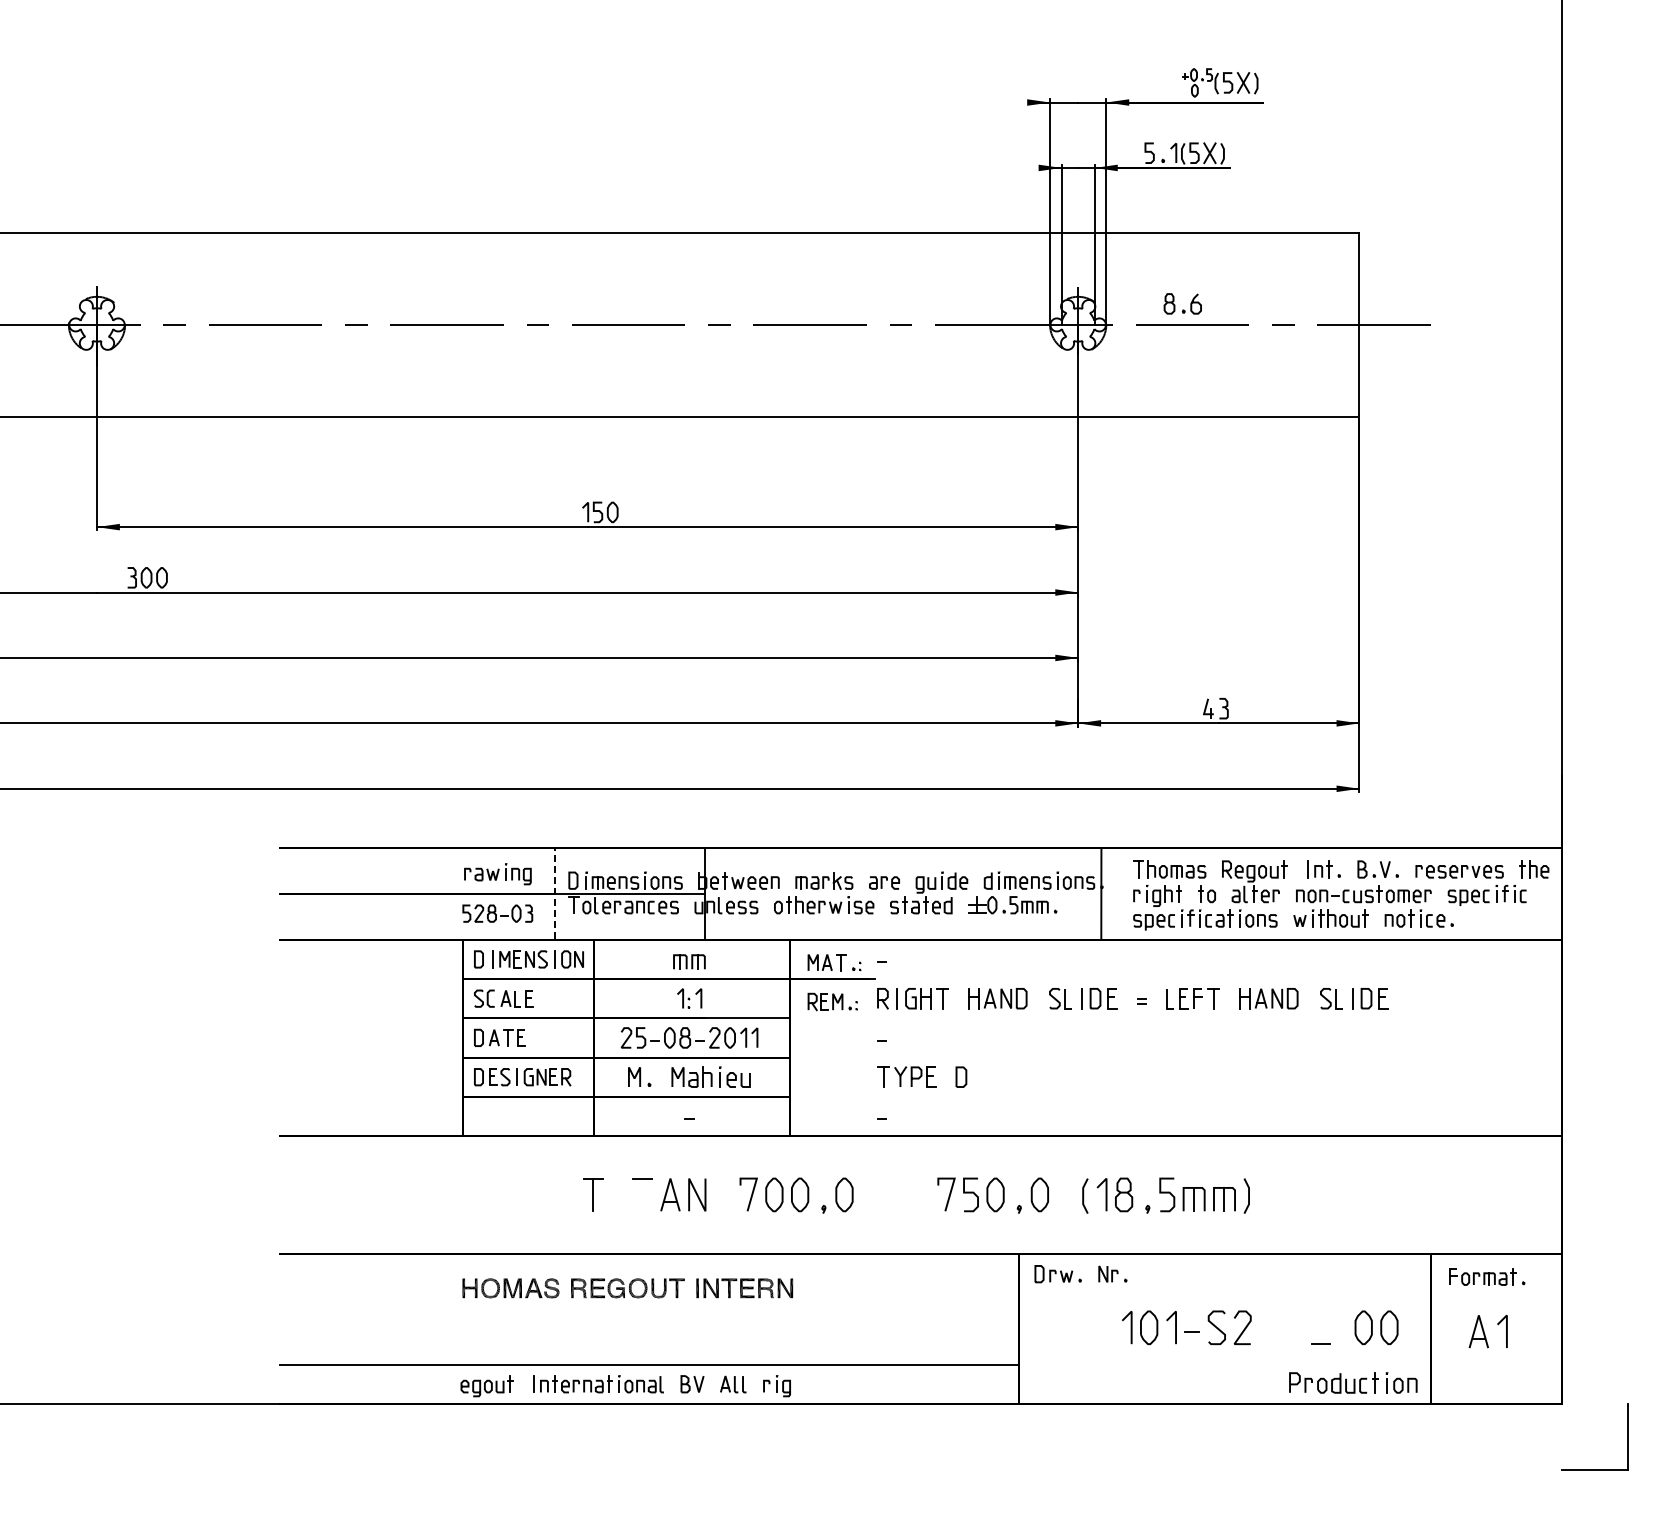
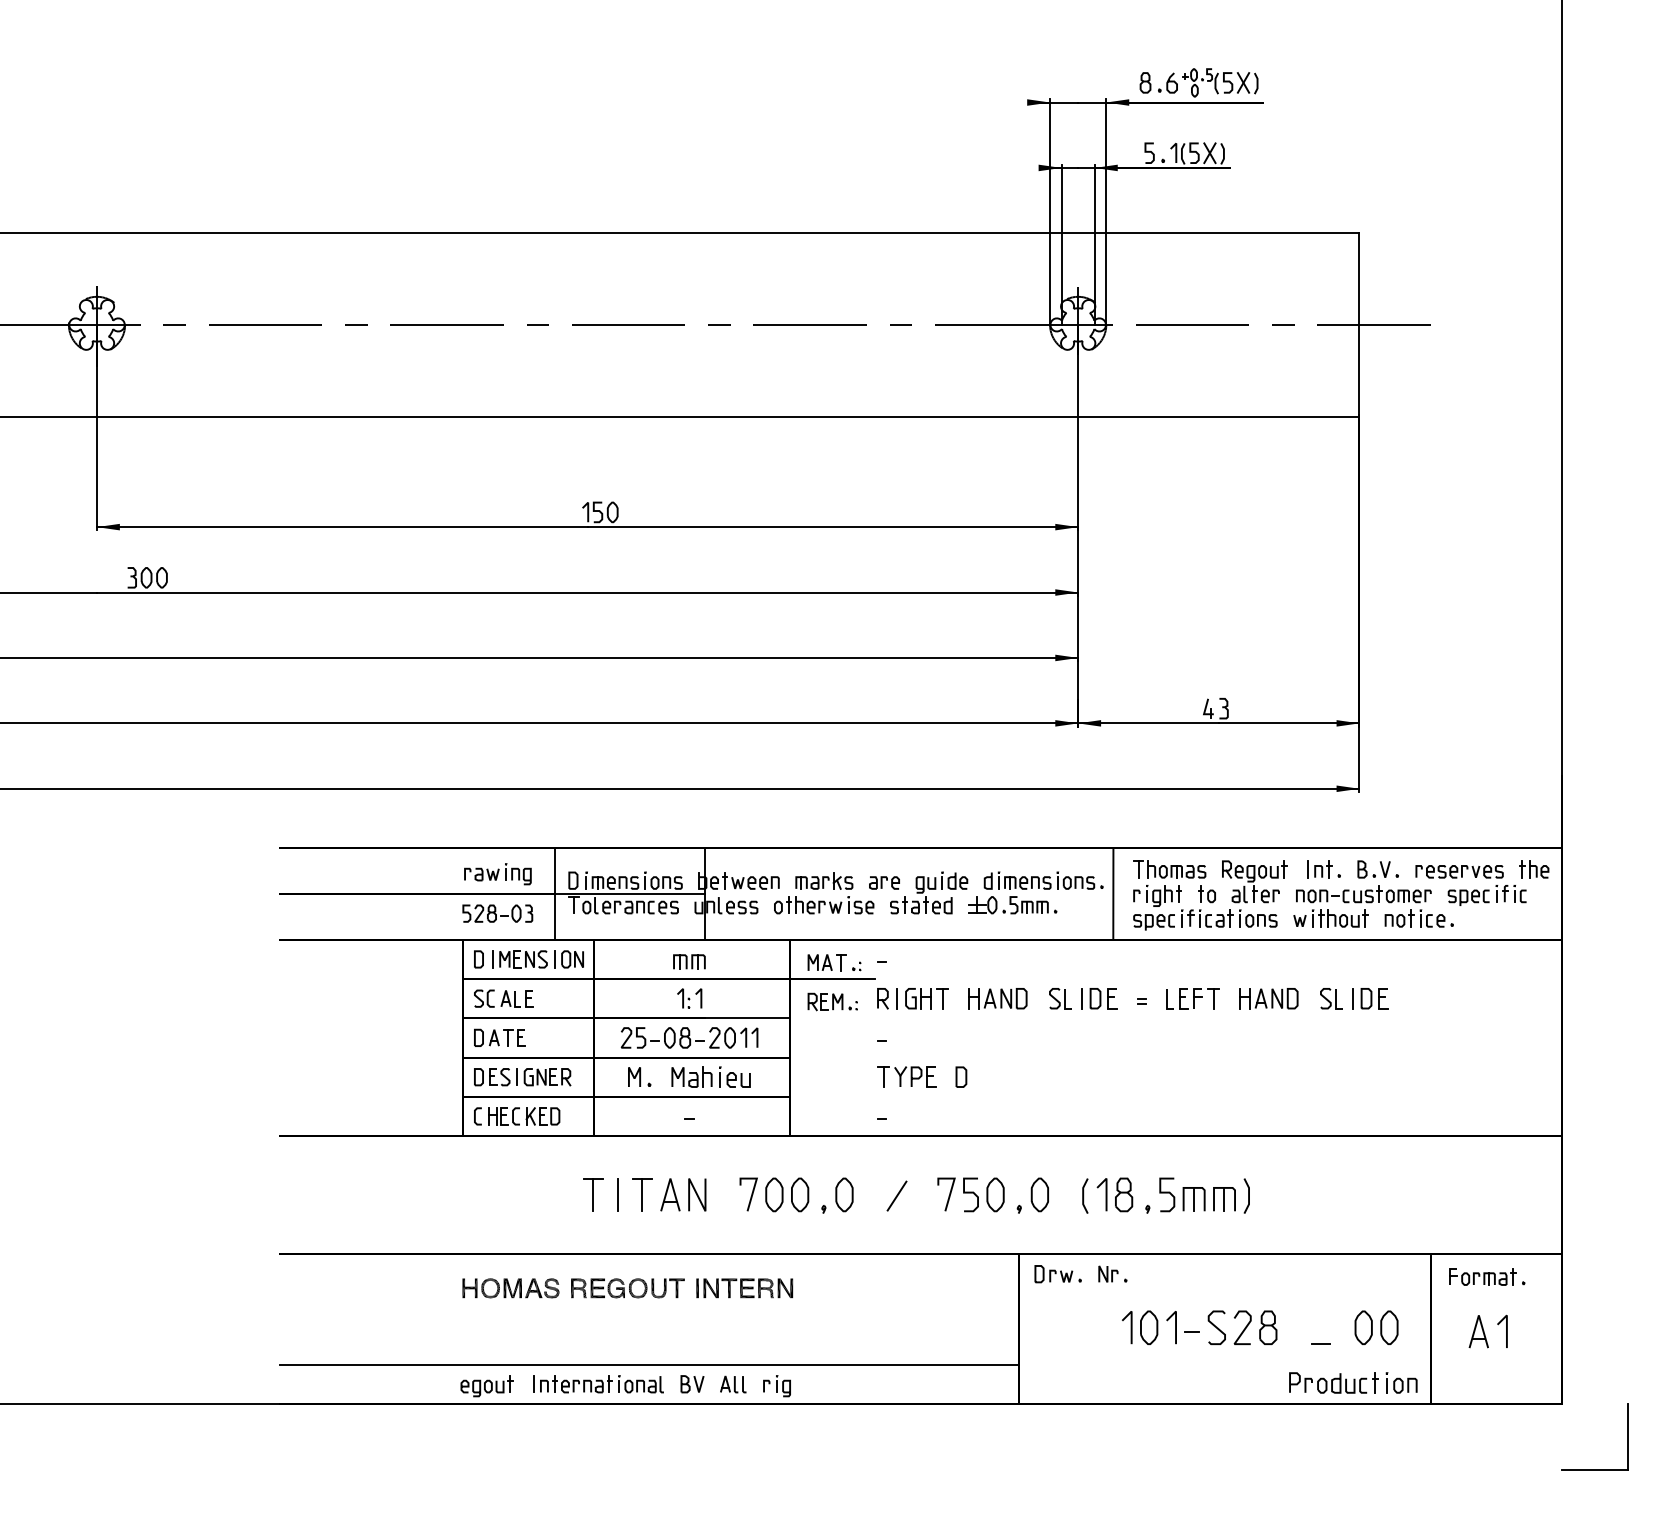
part at (1182, 303) position: (1182, 303) -> (1158, 82)
line at (554, 893): dashed -> solid
line at (1101, 893) position: (1101, 893) -> (1113, 893)
part at (517, 1116): none -> present
line at (618, 1194): none -> present
line at (642, 1194): none -> present
line at (896, 1195): none -> present
part at (1268, 1327): none -> present
